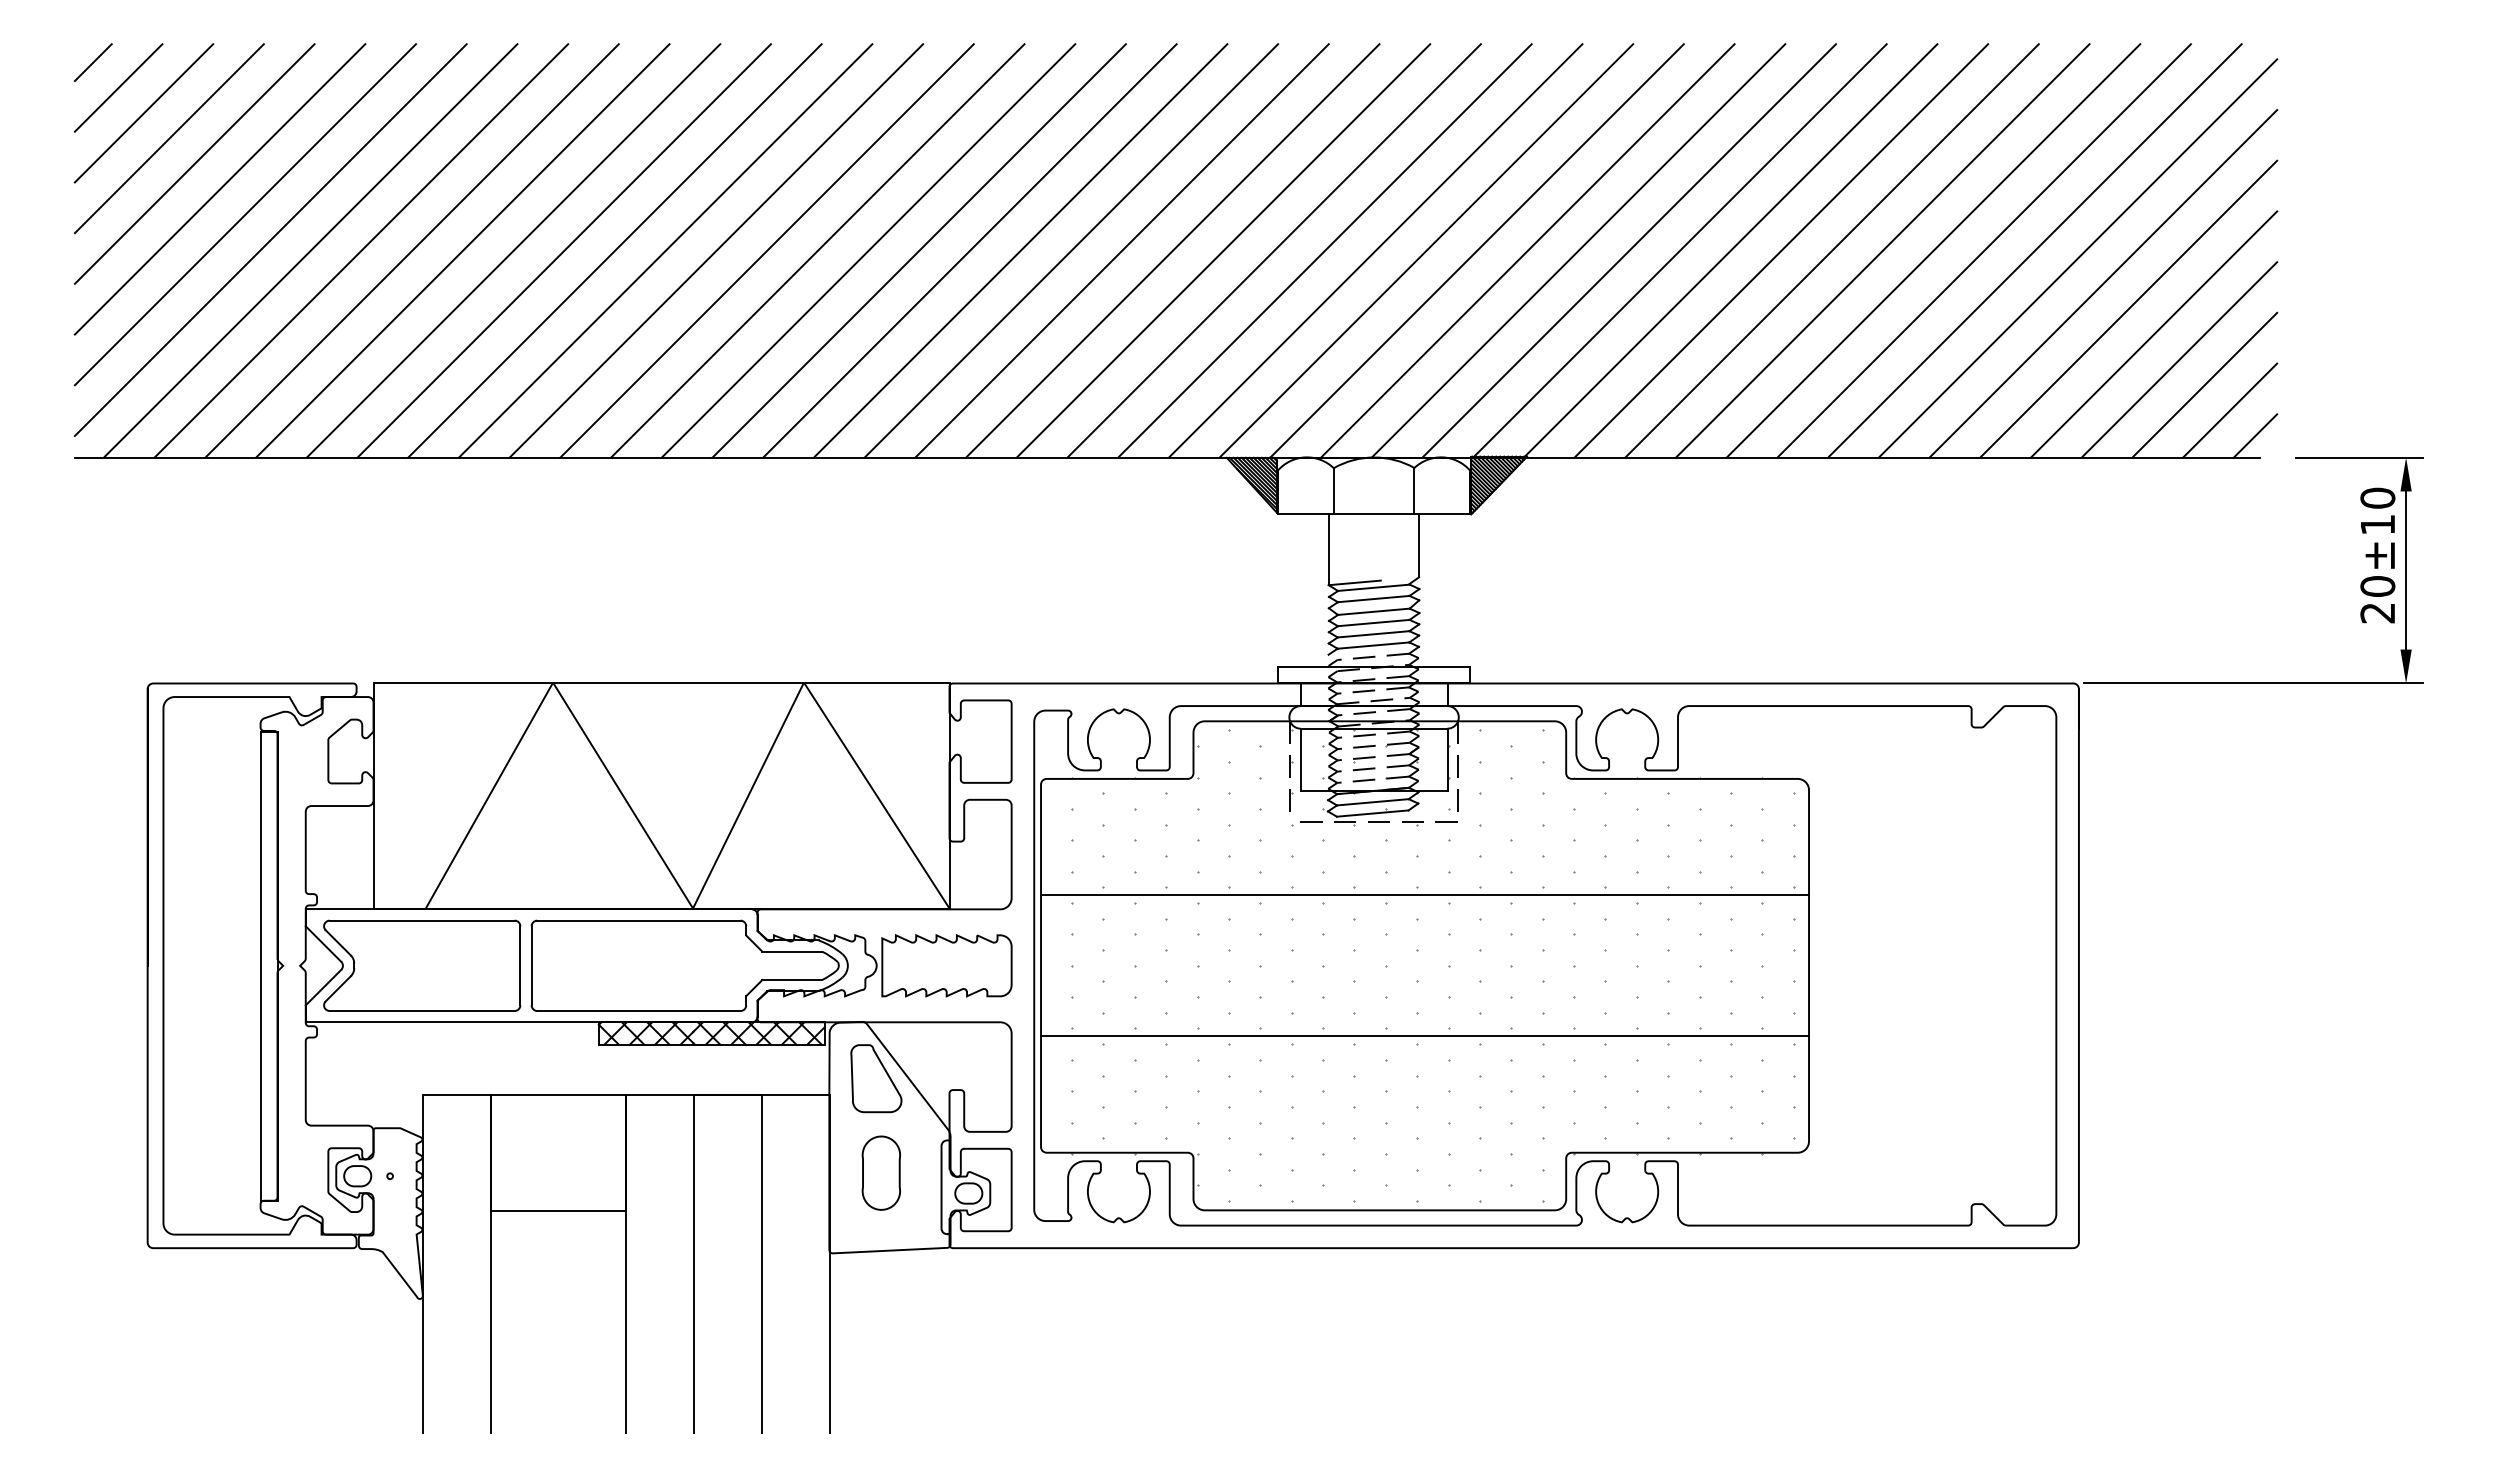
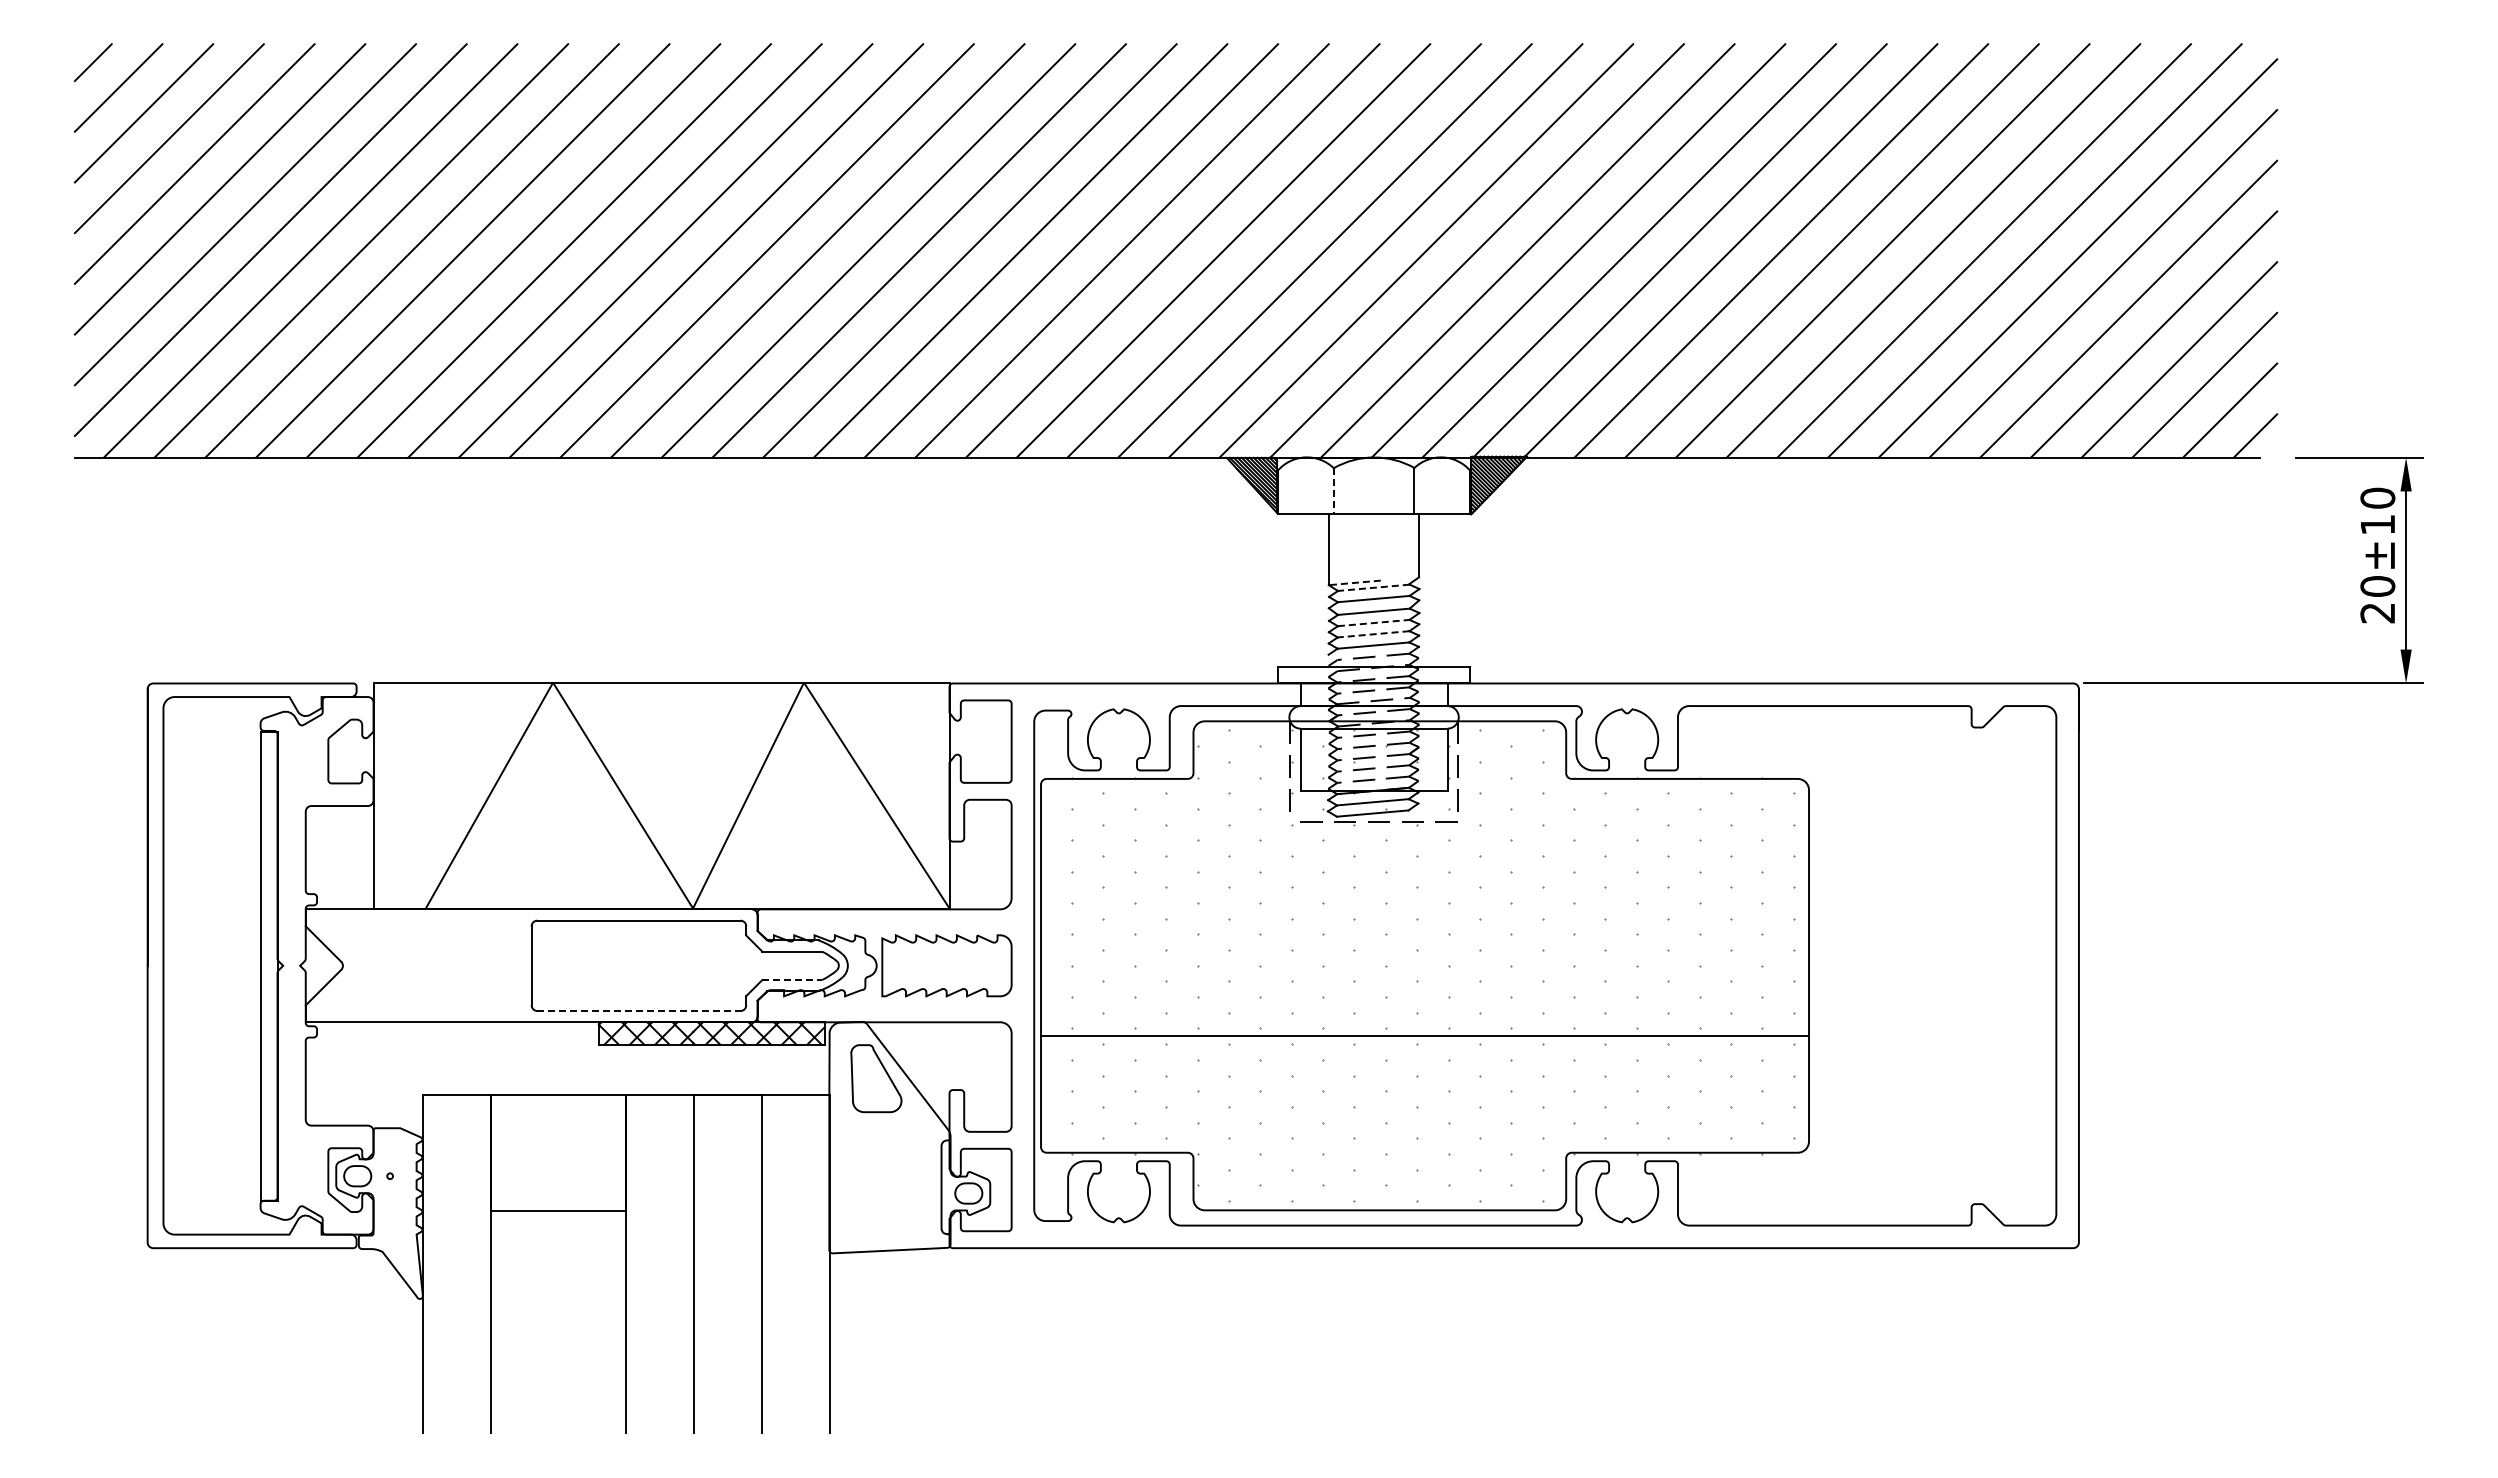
line at (1333, 491): solid -> dashed
line at (1354, 582): solid -> dashed
line at (1373, 587): solid -> dashed
line at (1373, 623): solid -> dashed
line at (1373, 634): solid -> dashed
line at (1425, 895): present -> none
part at (422, 965): present -> none
line at (792, 979): solid -> dashed
line at (638, 1011): solid -> dashed
part at (880, 1172): present -> none
